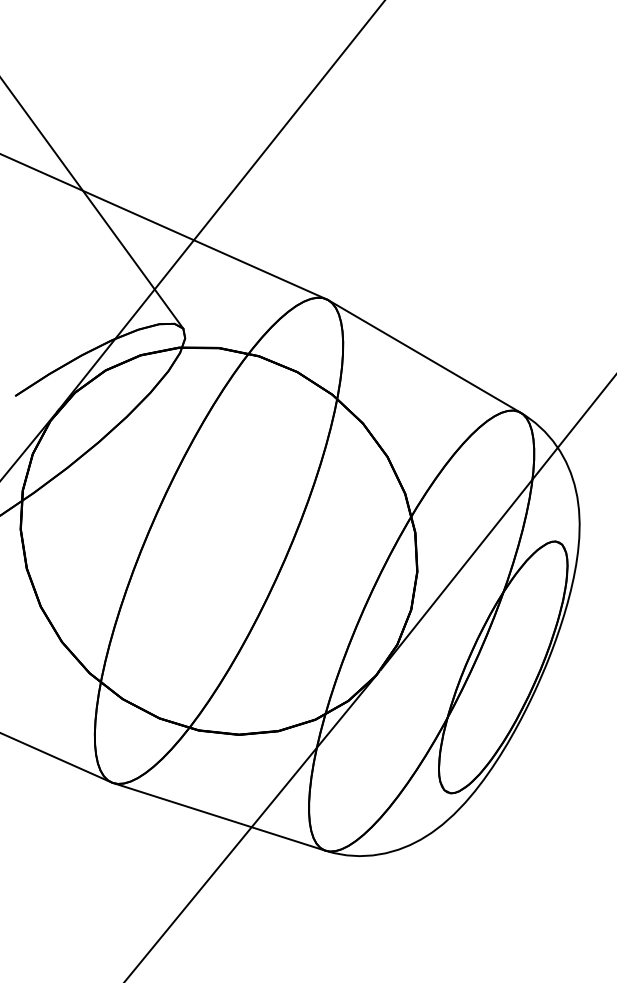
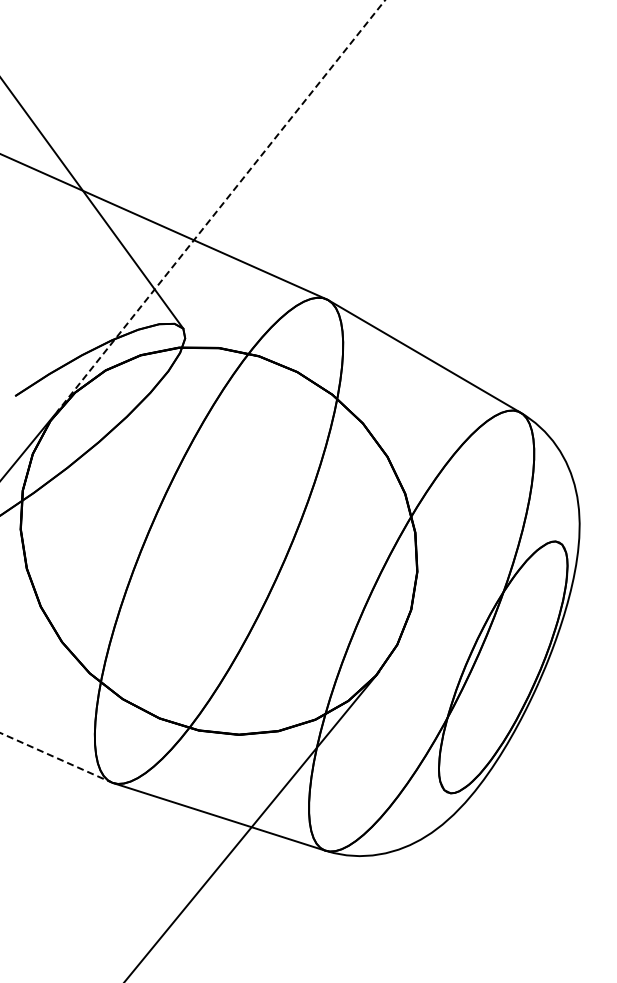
line at (221, 206): solid -> dashed
line at (496, 523): present -> none
line at (55, 757): solid -> dashed
